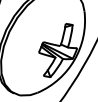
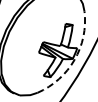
arc at (74, 59): solid -> dashed
